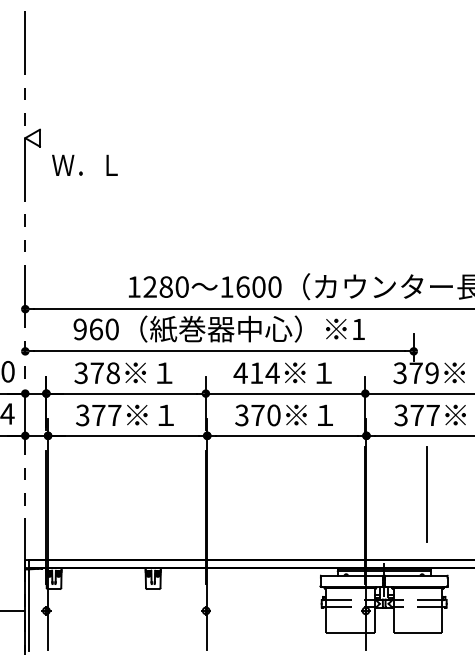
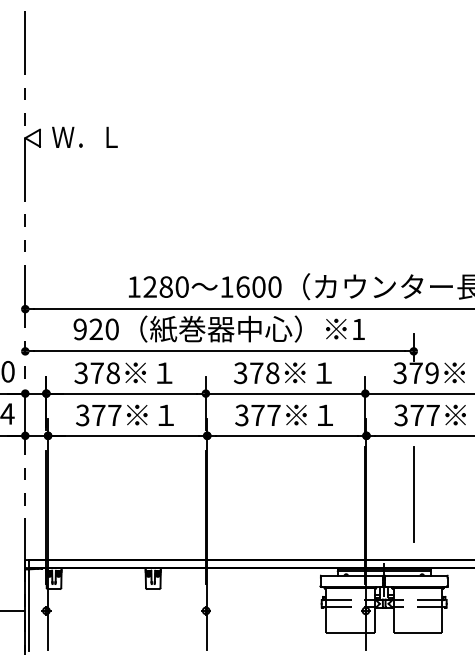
text at (84, 164) position: (84, 164) -> (84, 136)
text at (95, 329): 960 -> 920
text at (256, 373): 414 -> 378
text at (273, 415): 370 -> 377
line at (426, 494) position: (426, 494) -> (413, 494)
